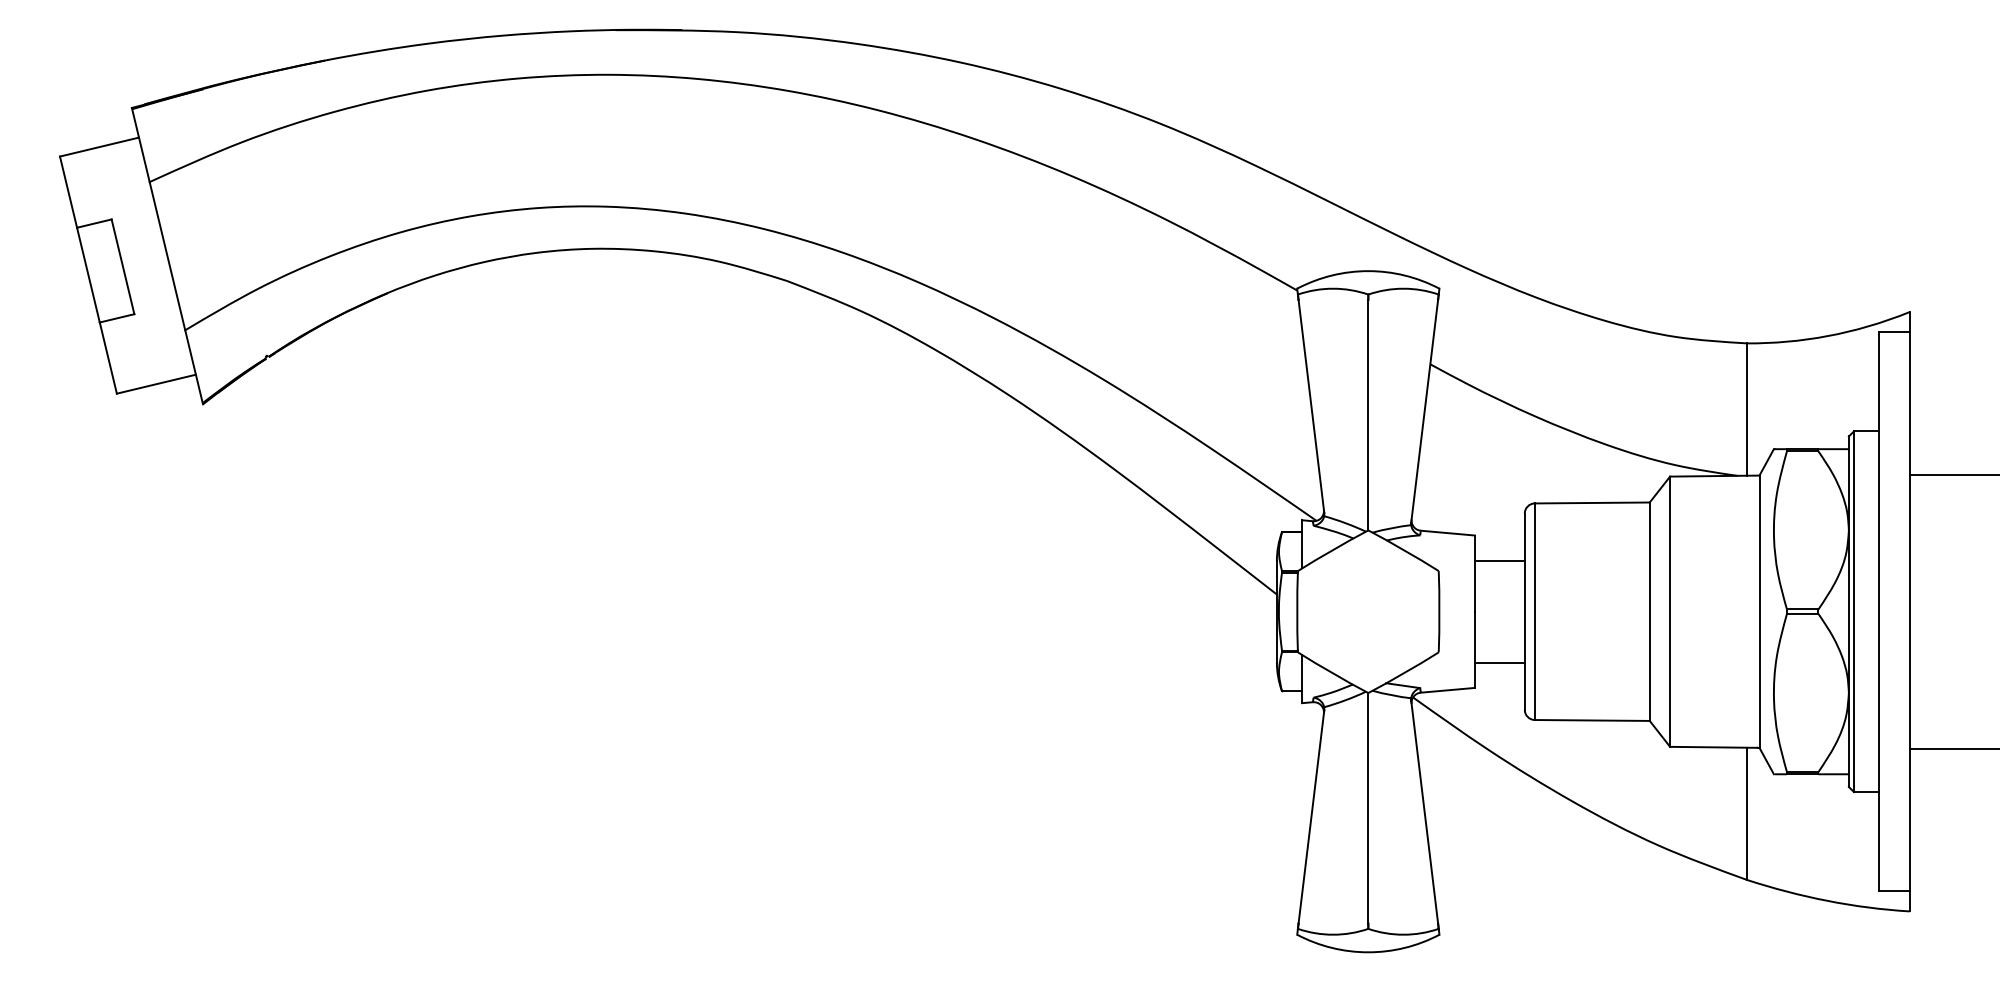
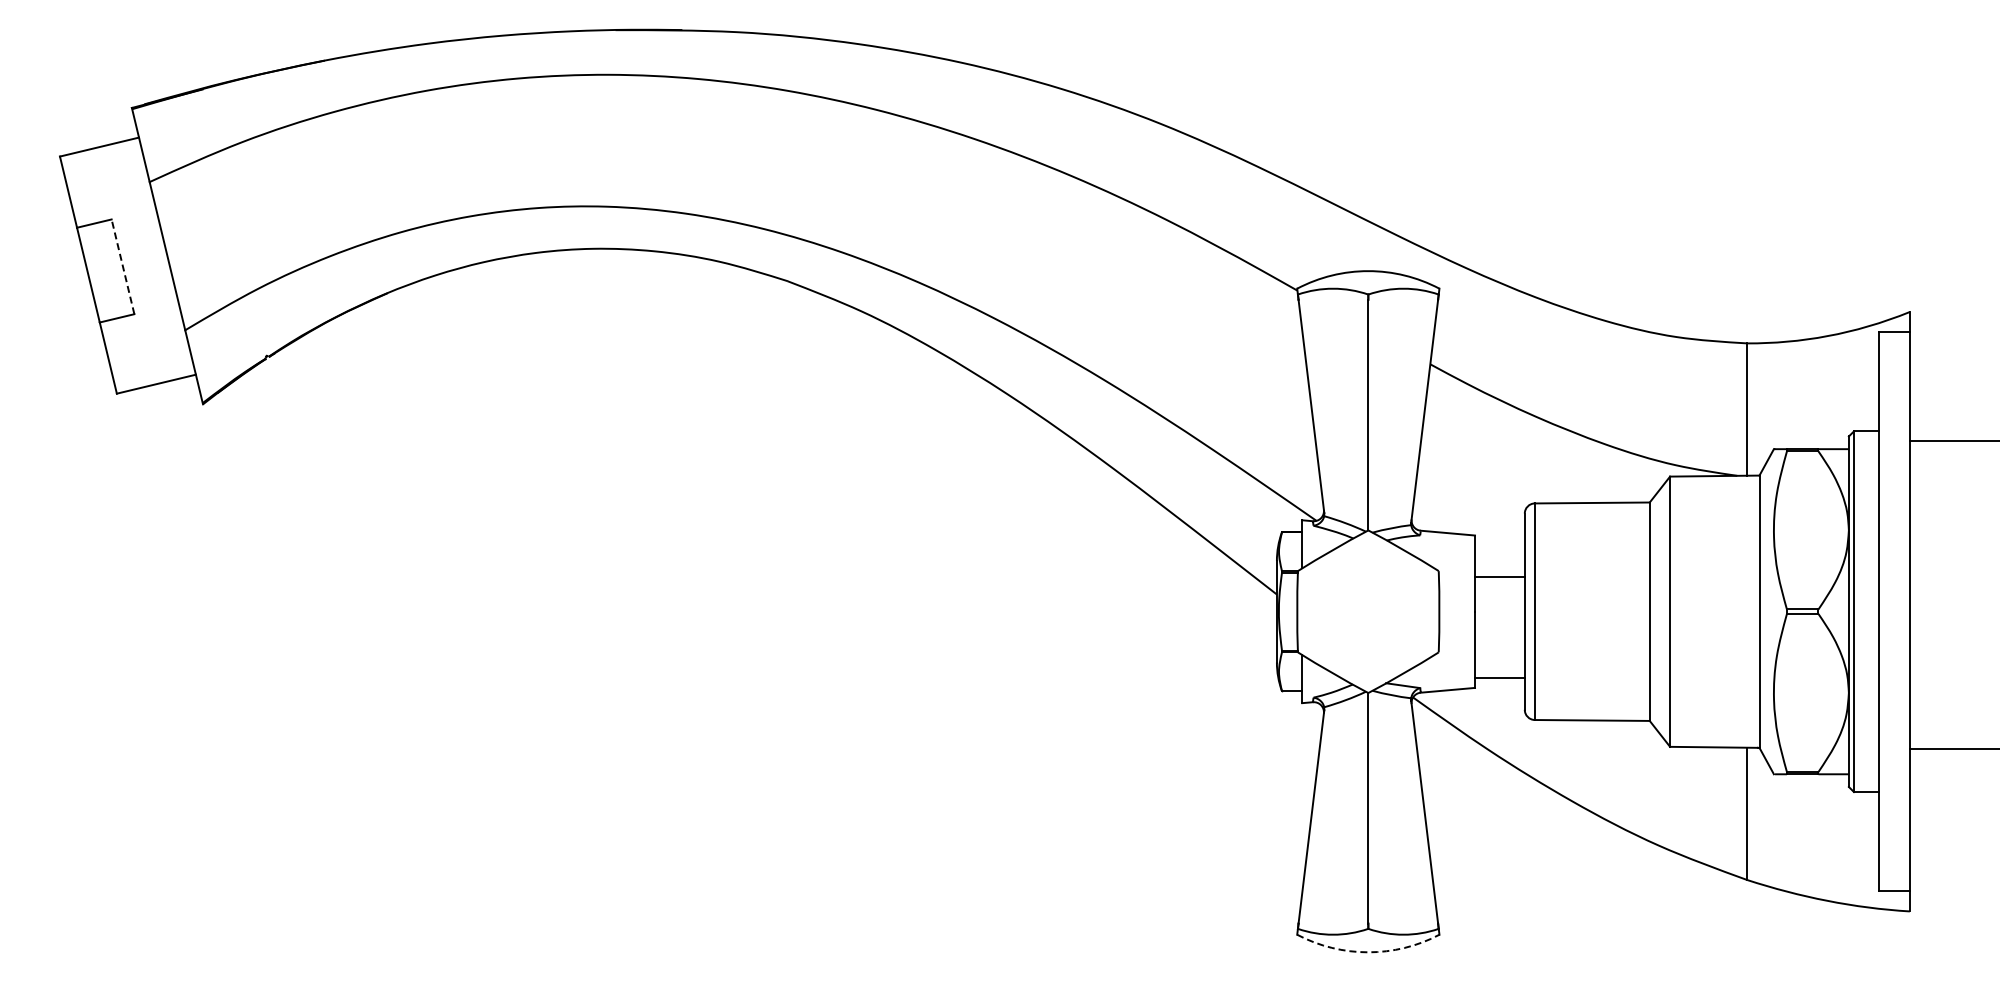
line at (123, 266): solid -> dashed
line at (1952, 474) position: (1952, 474) -> (1952, 440)
line at (1499, 560) position: (1499, 560) -> (1499, 576)
line at (1499, 662) position: (1499, 662) -> (1499, 677)
arc at (1368, 952): solid -> dashed
